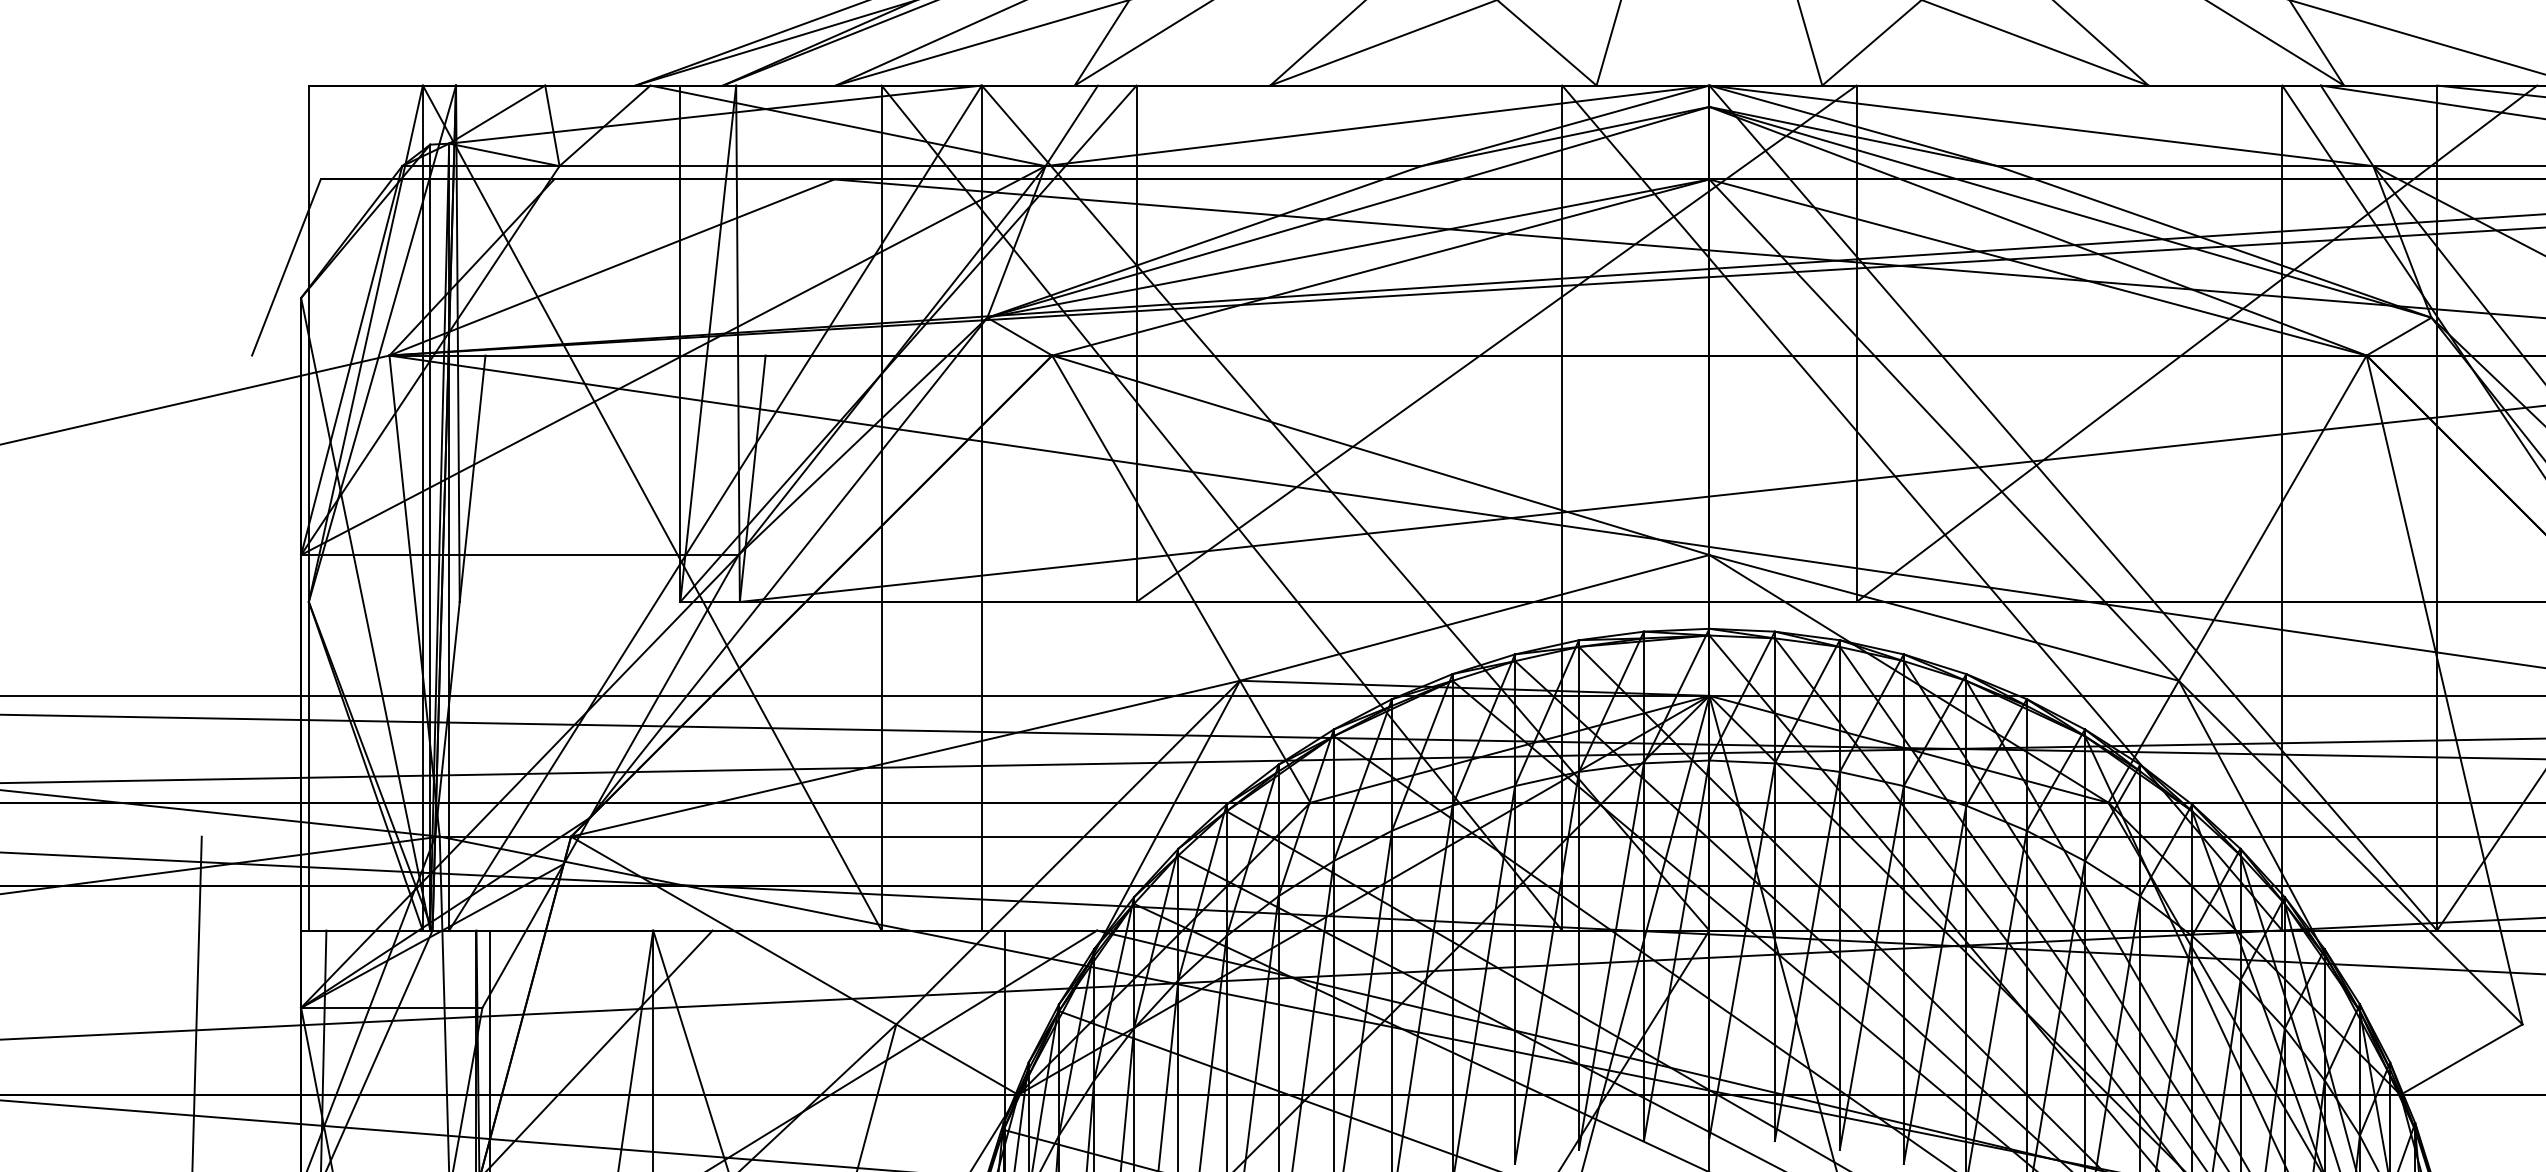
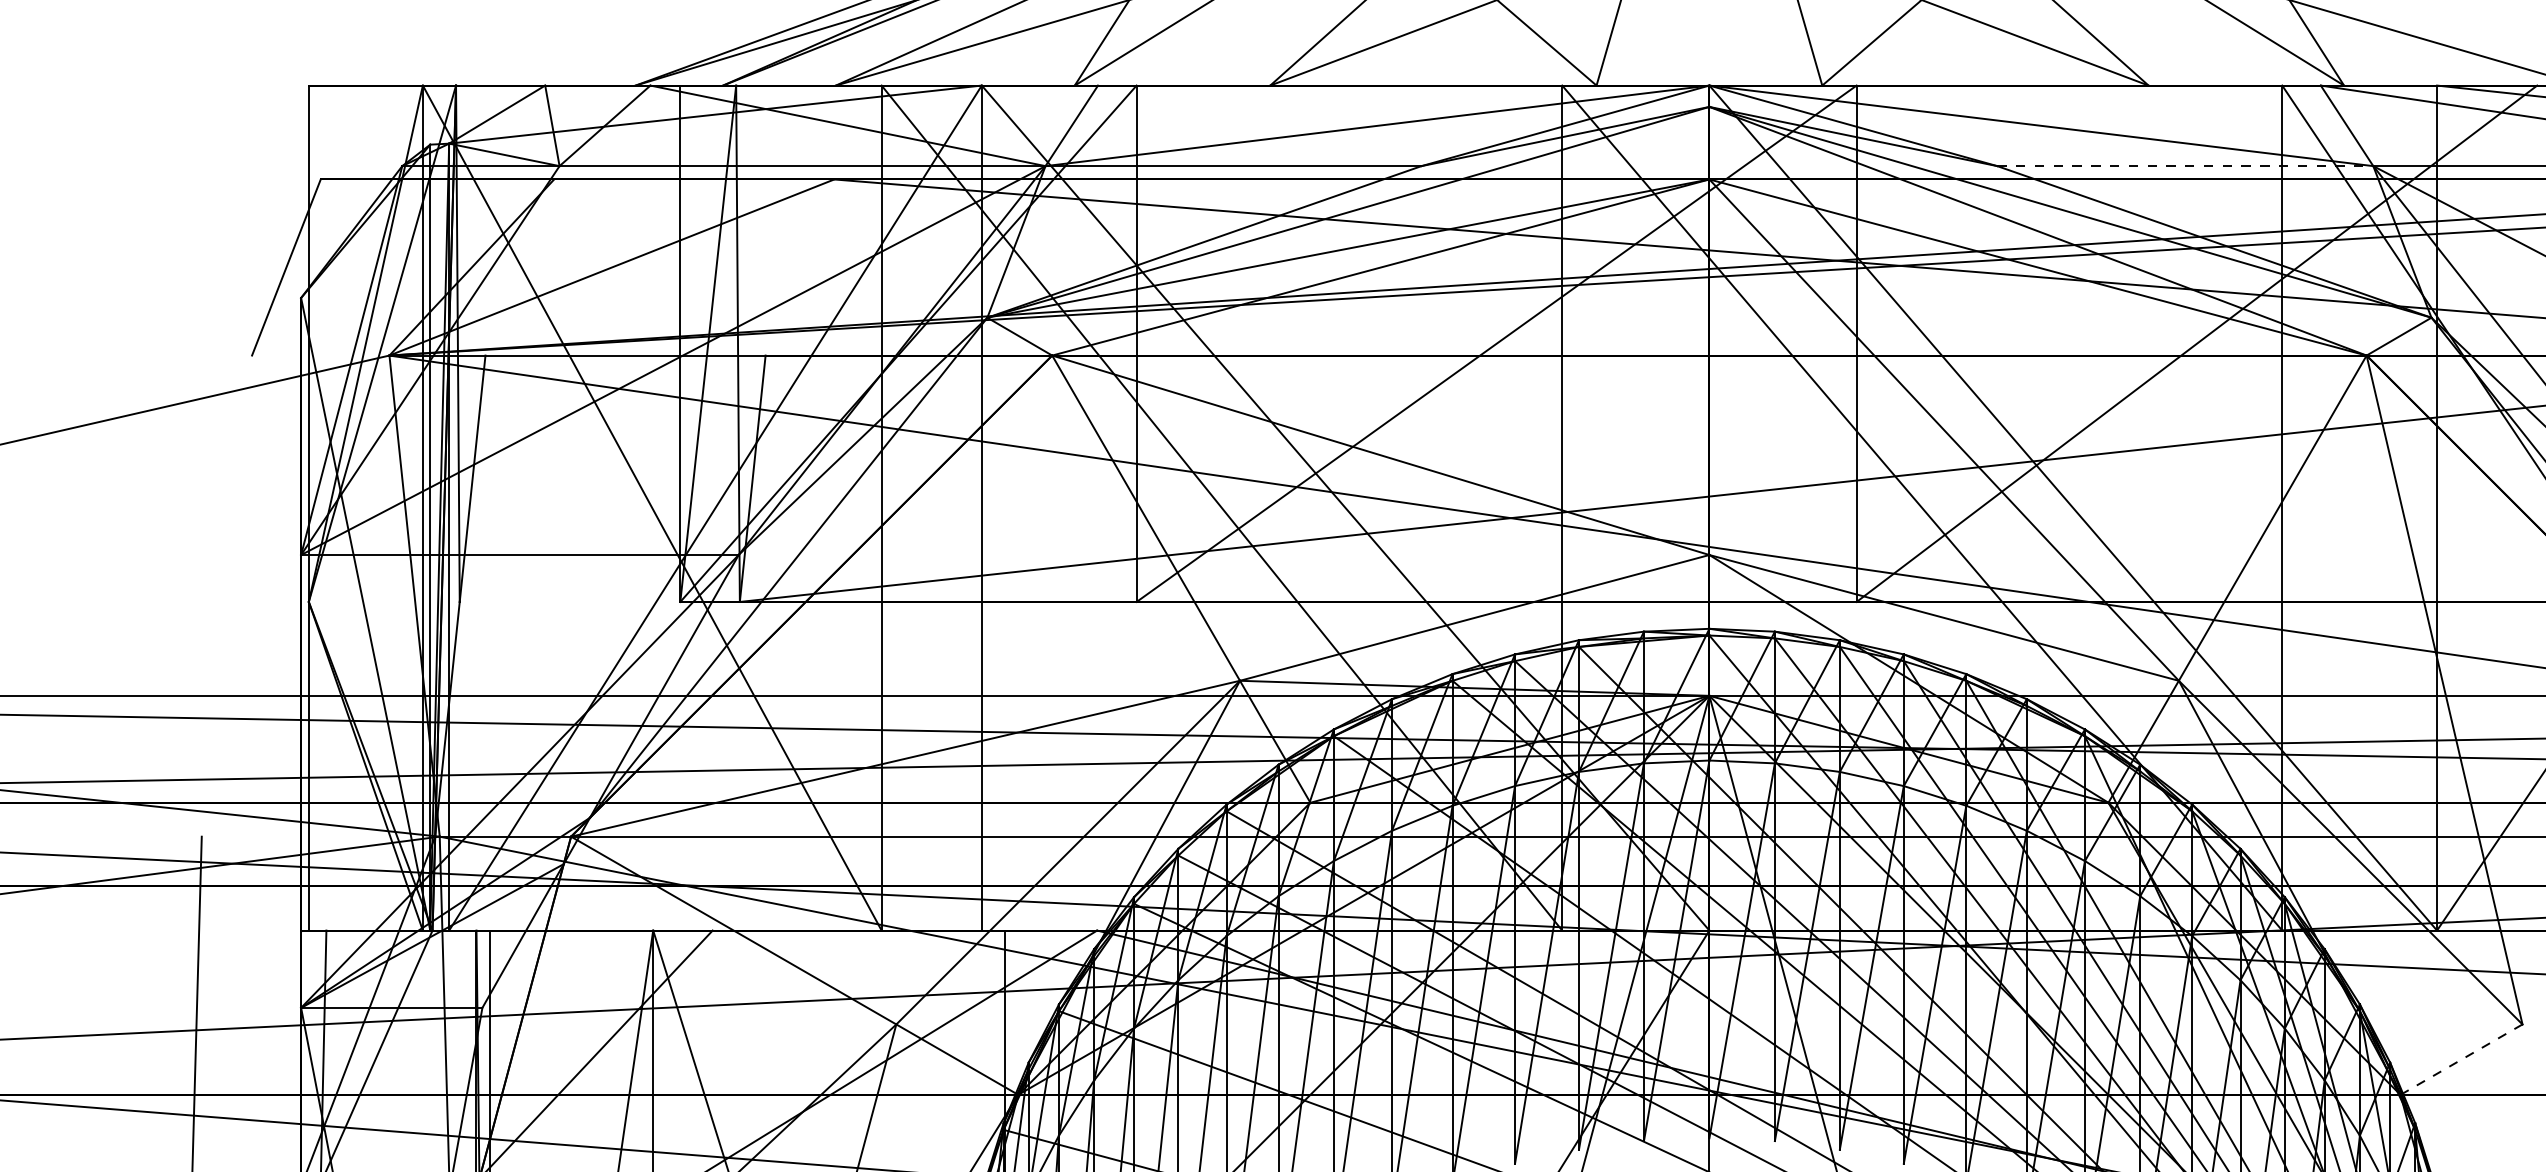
line at (2185, 166): solid -> dashed
line at (2461, 1059): solid -> dashed
